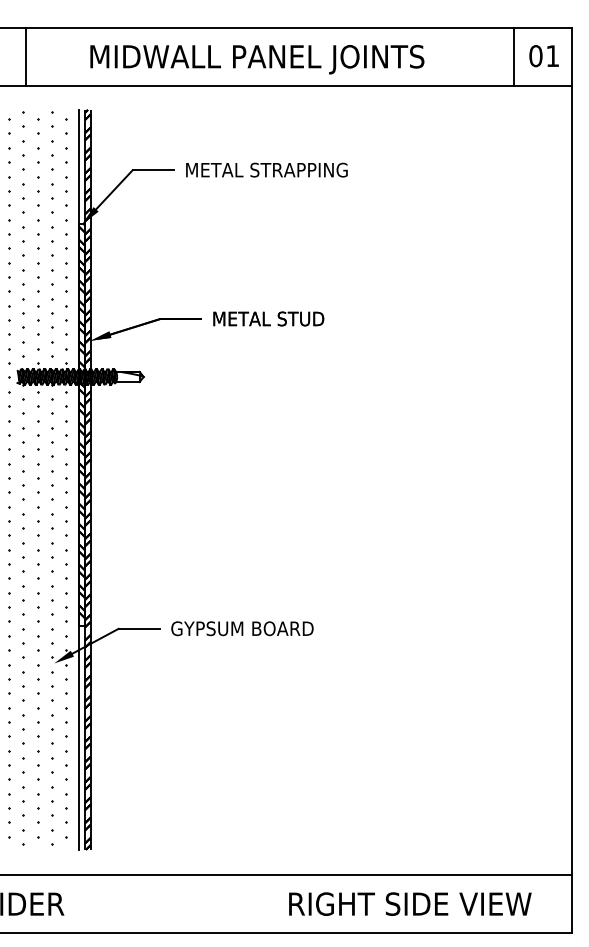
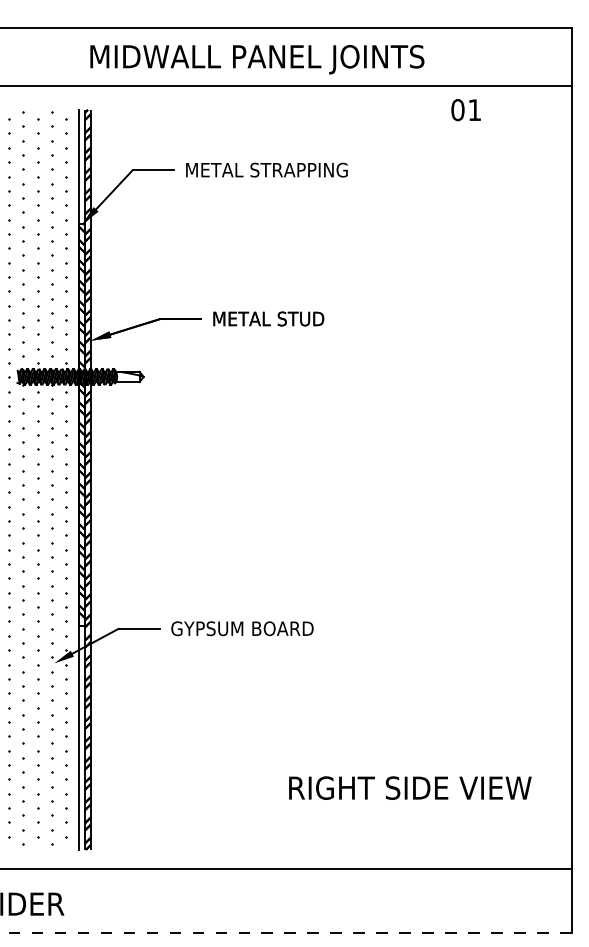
line at (26, 56): present -> none
line at (514, 56): present -> none
text at (543, 56) position: (543, 56) -> (465, 110)
line at (286, 875) position: (286, 875) -> (286, 869)
text at (410, 903) position: (410, 903) -> (410, 787)
line at (285, 932): solid -> dashed
